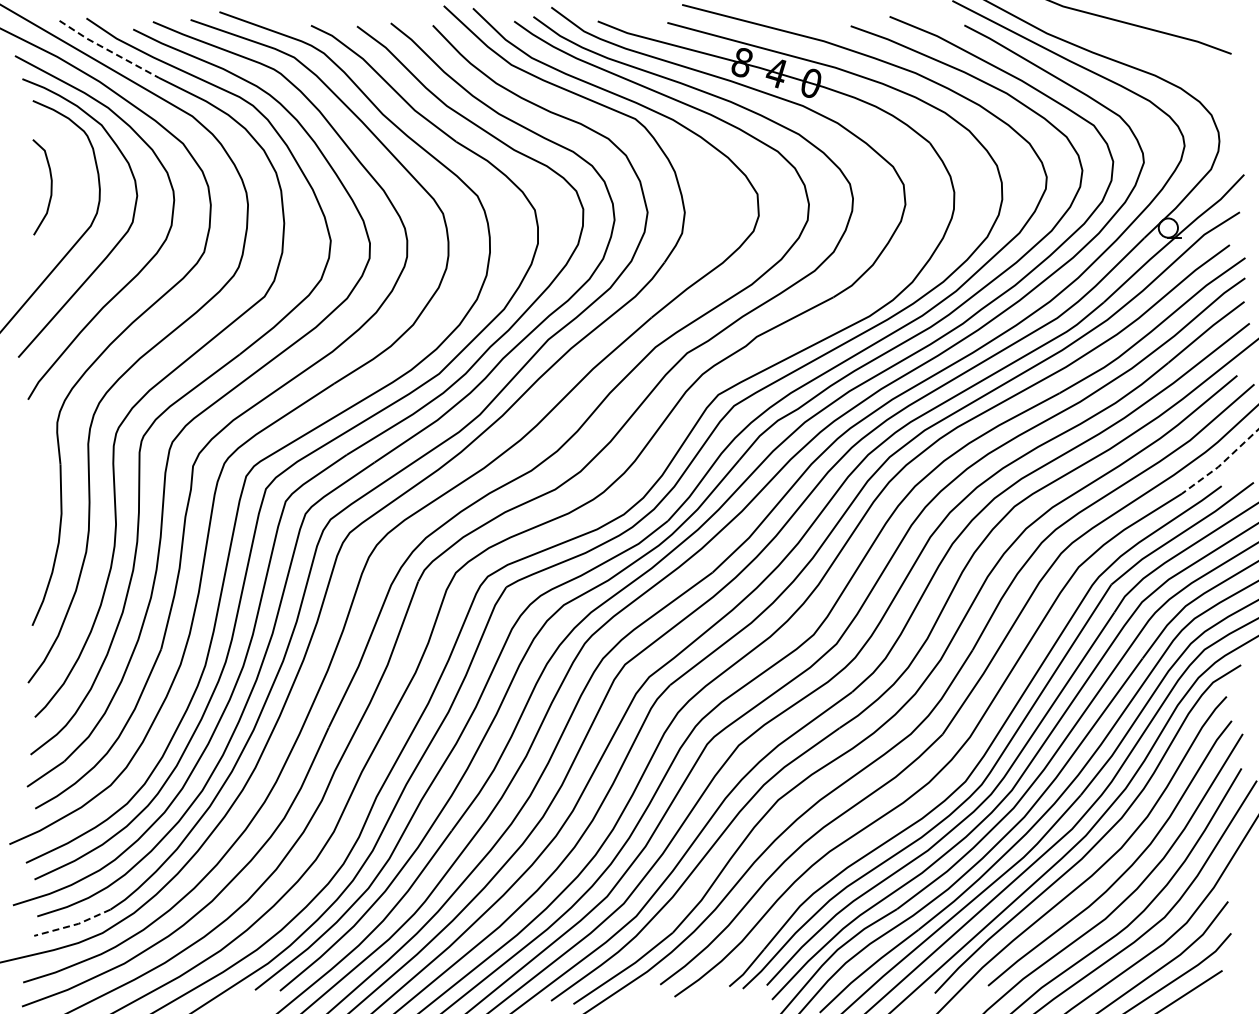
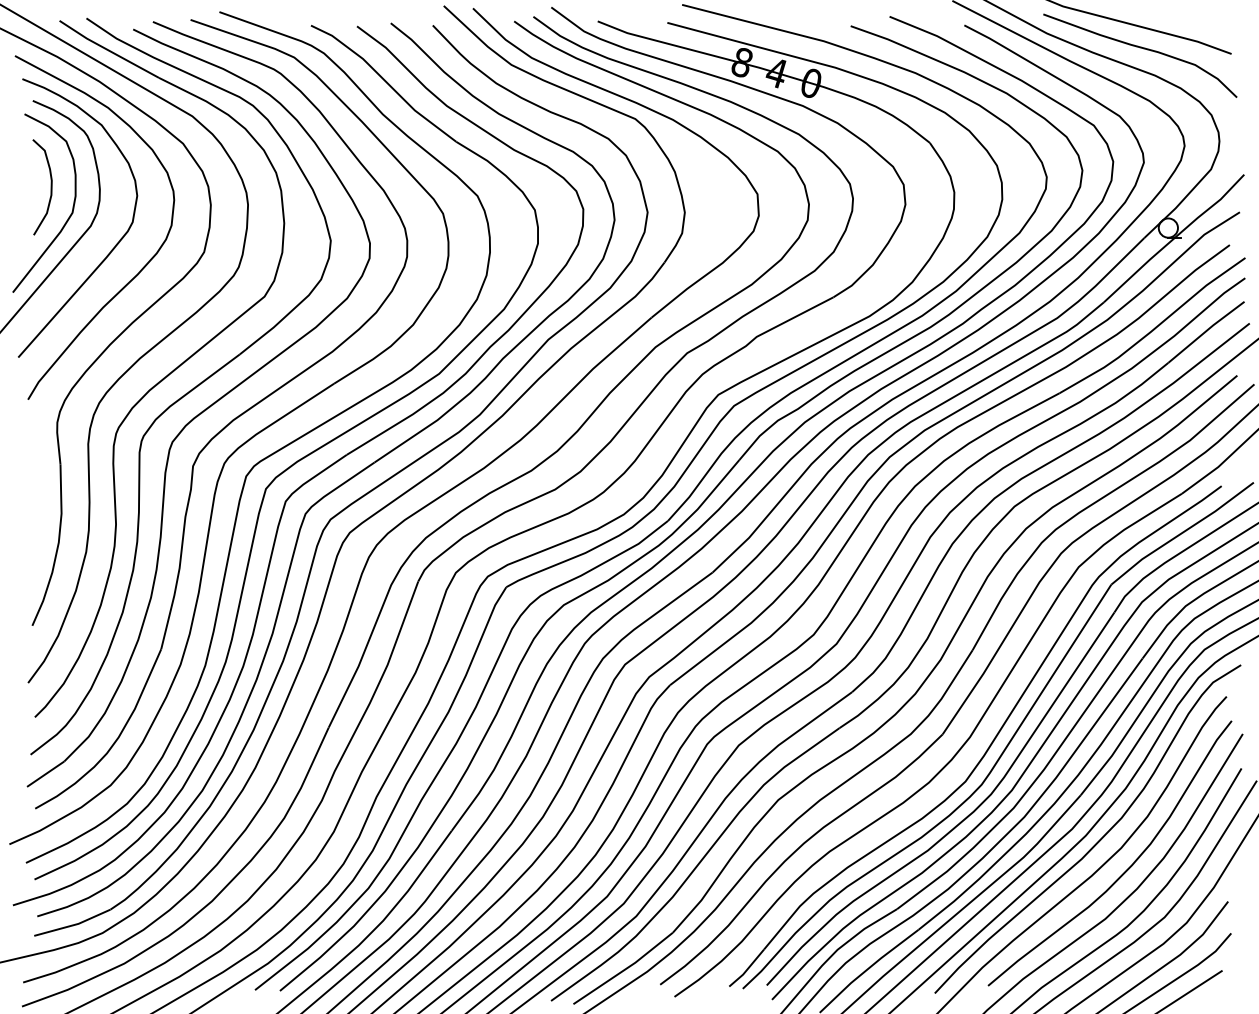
curve at (1143, 49): none -> present
line at (108, 50): dashed -> solid
curve at (67, 218): none -> present
line at (1221, 464): dashed -> solid
line at (72, 925): dashed -> solid
